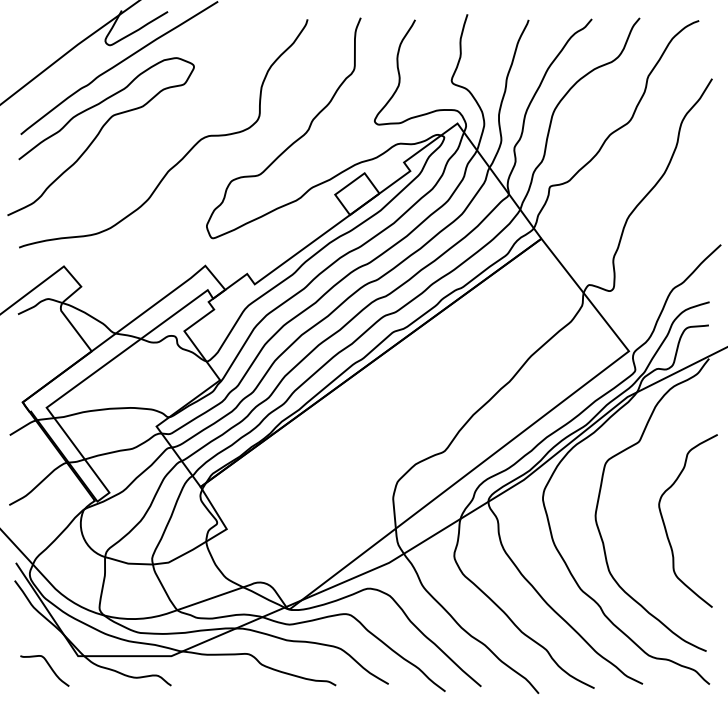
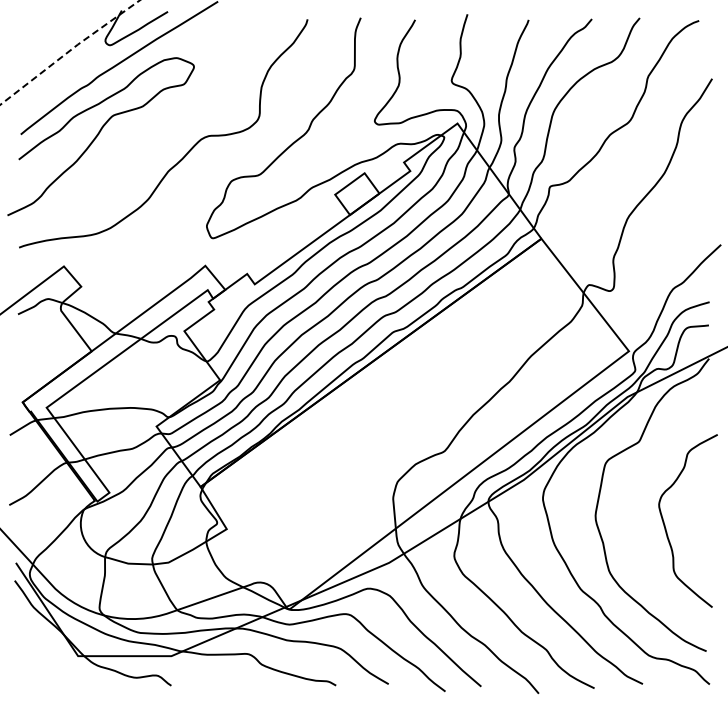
line at (69, 51): solid -> dashed
curve at (49, 667): present -> none
